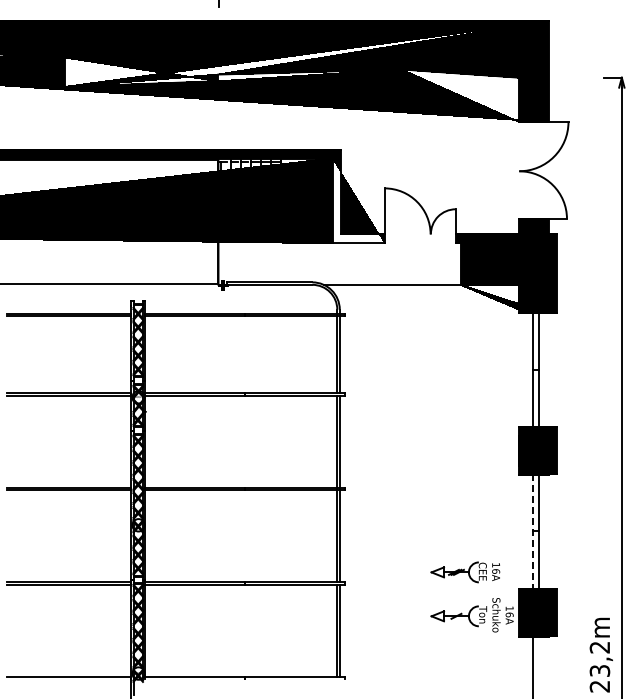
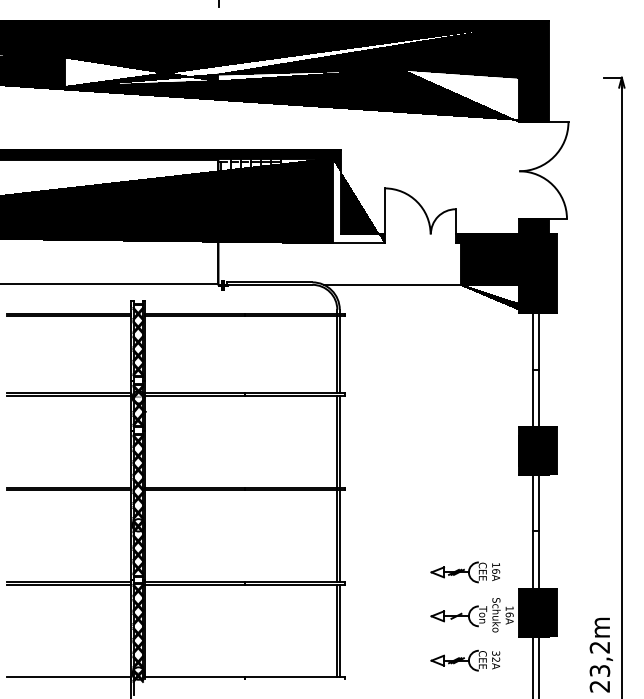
line at (533, 531): dashed -> solid
part at (465, 660): none -> present
line at (539, 665): none -> present
